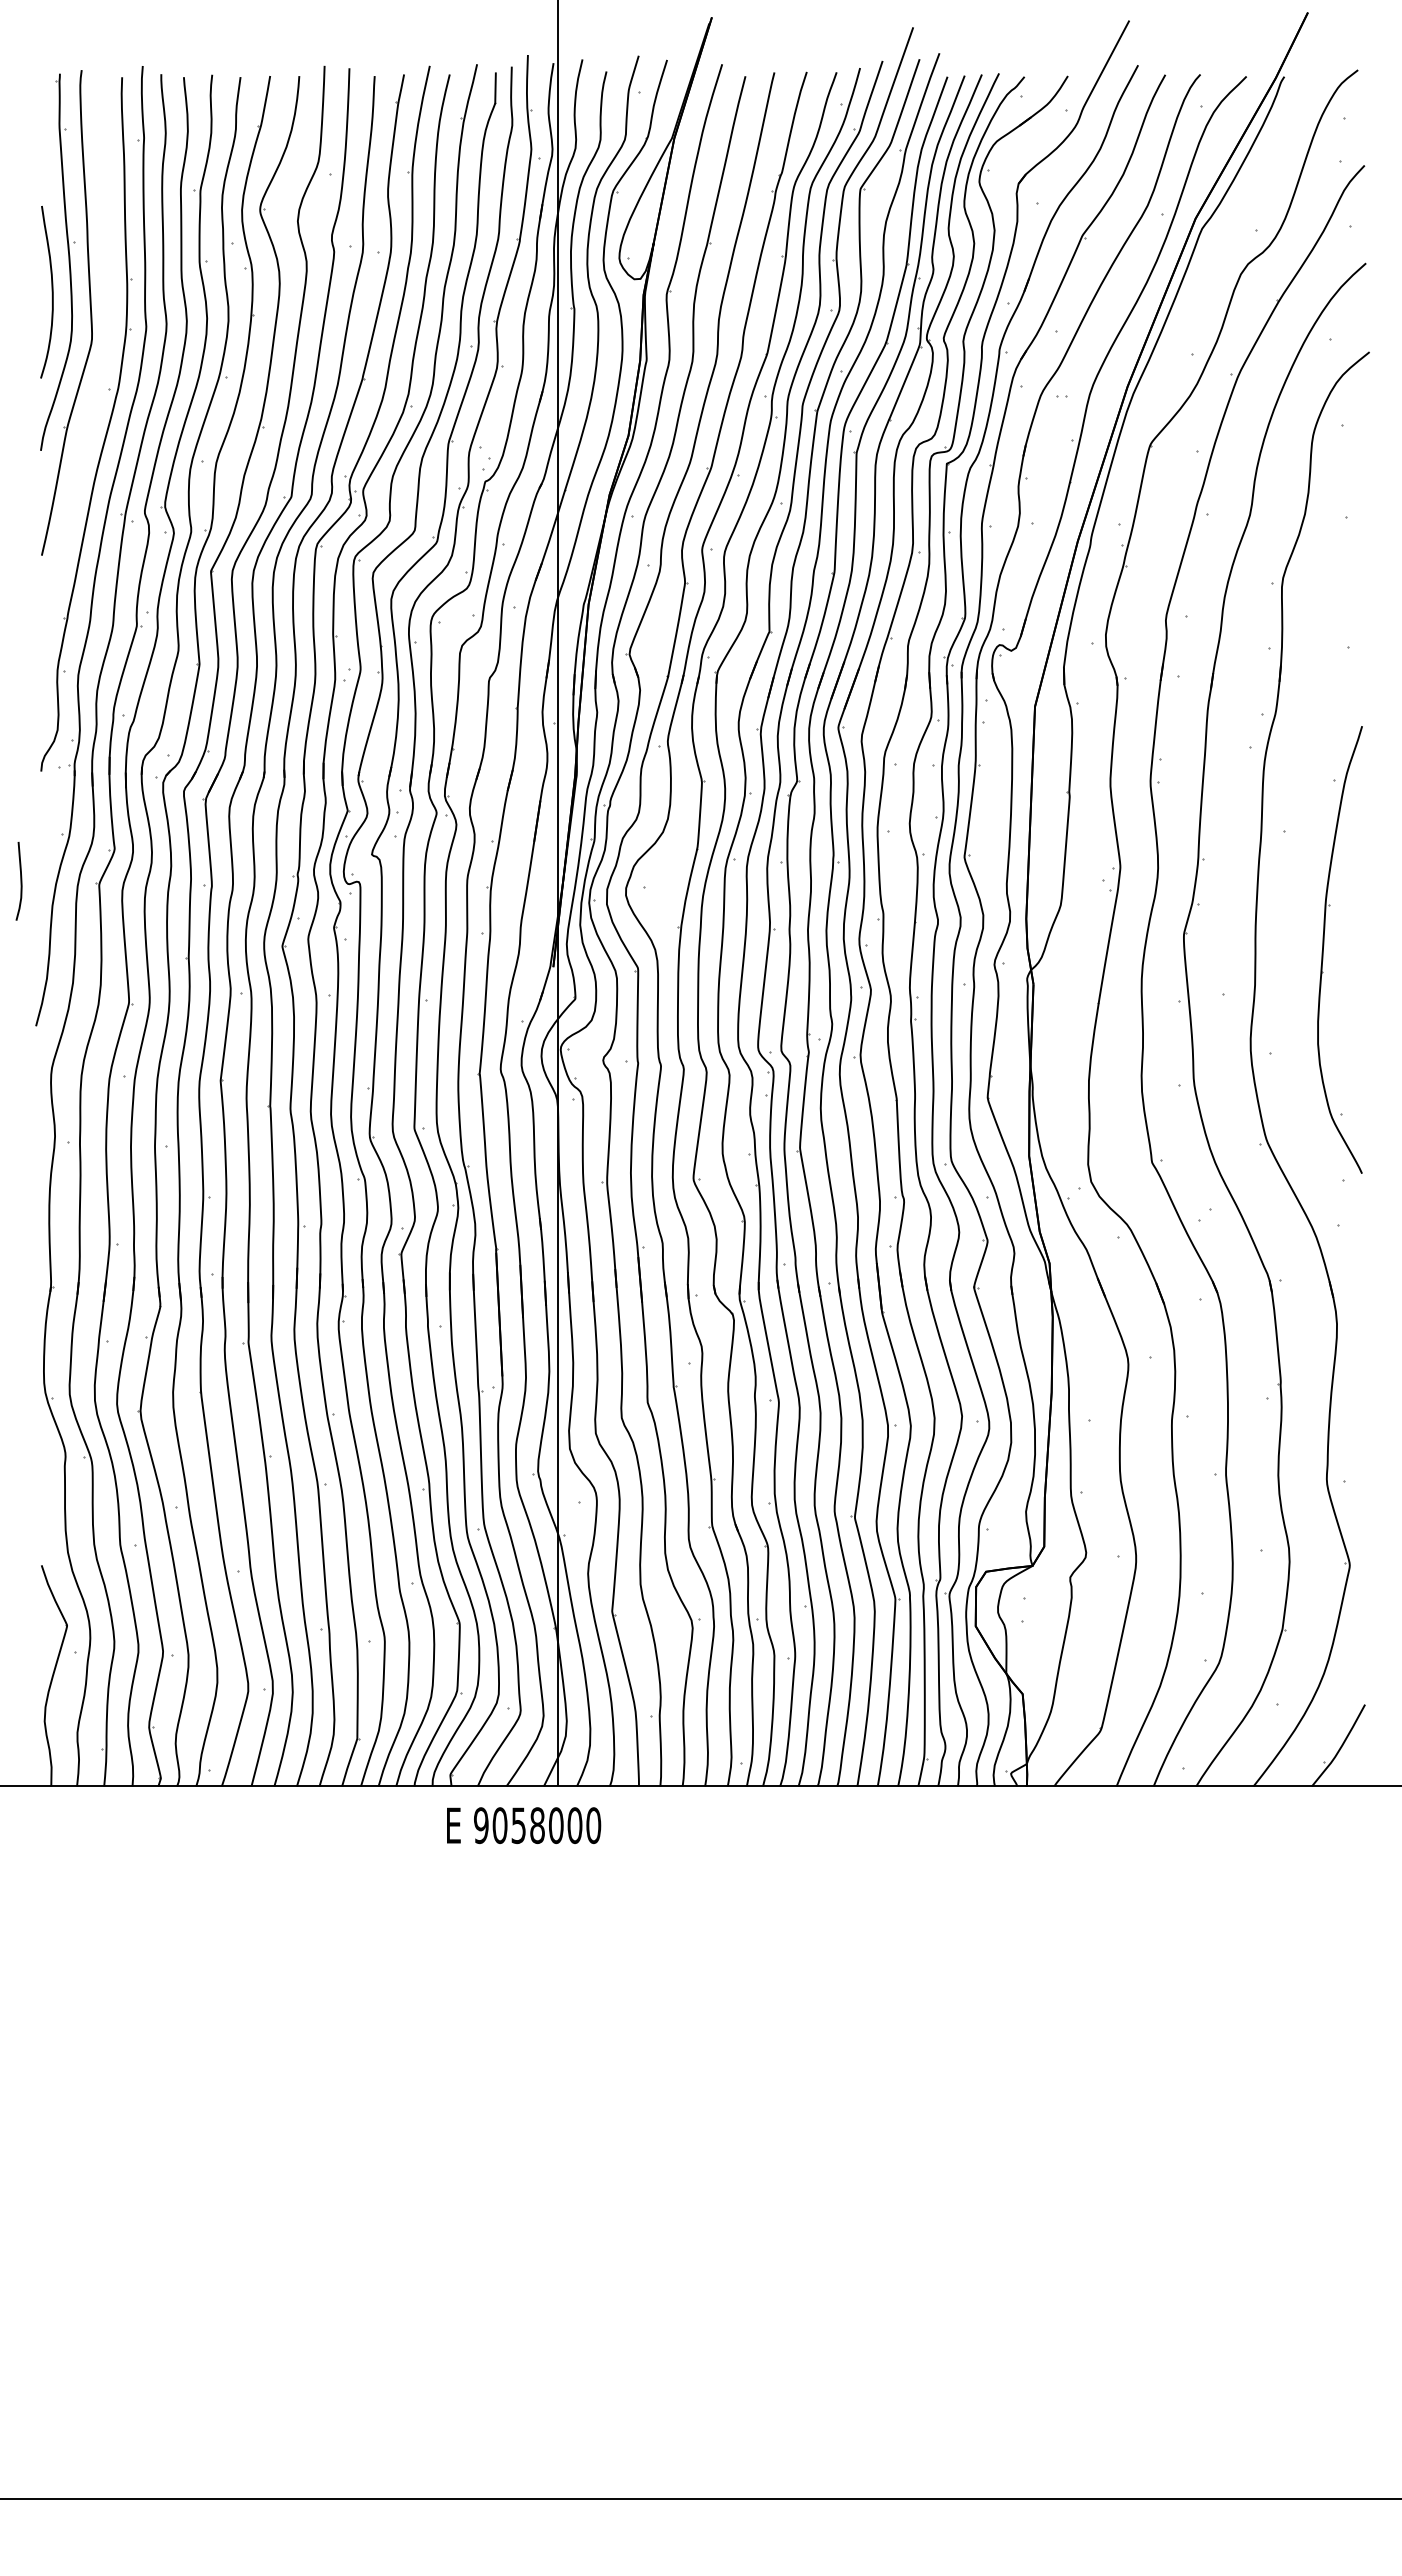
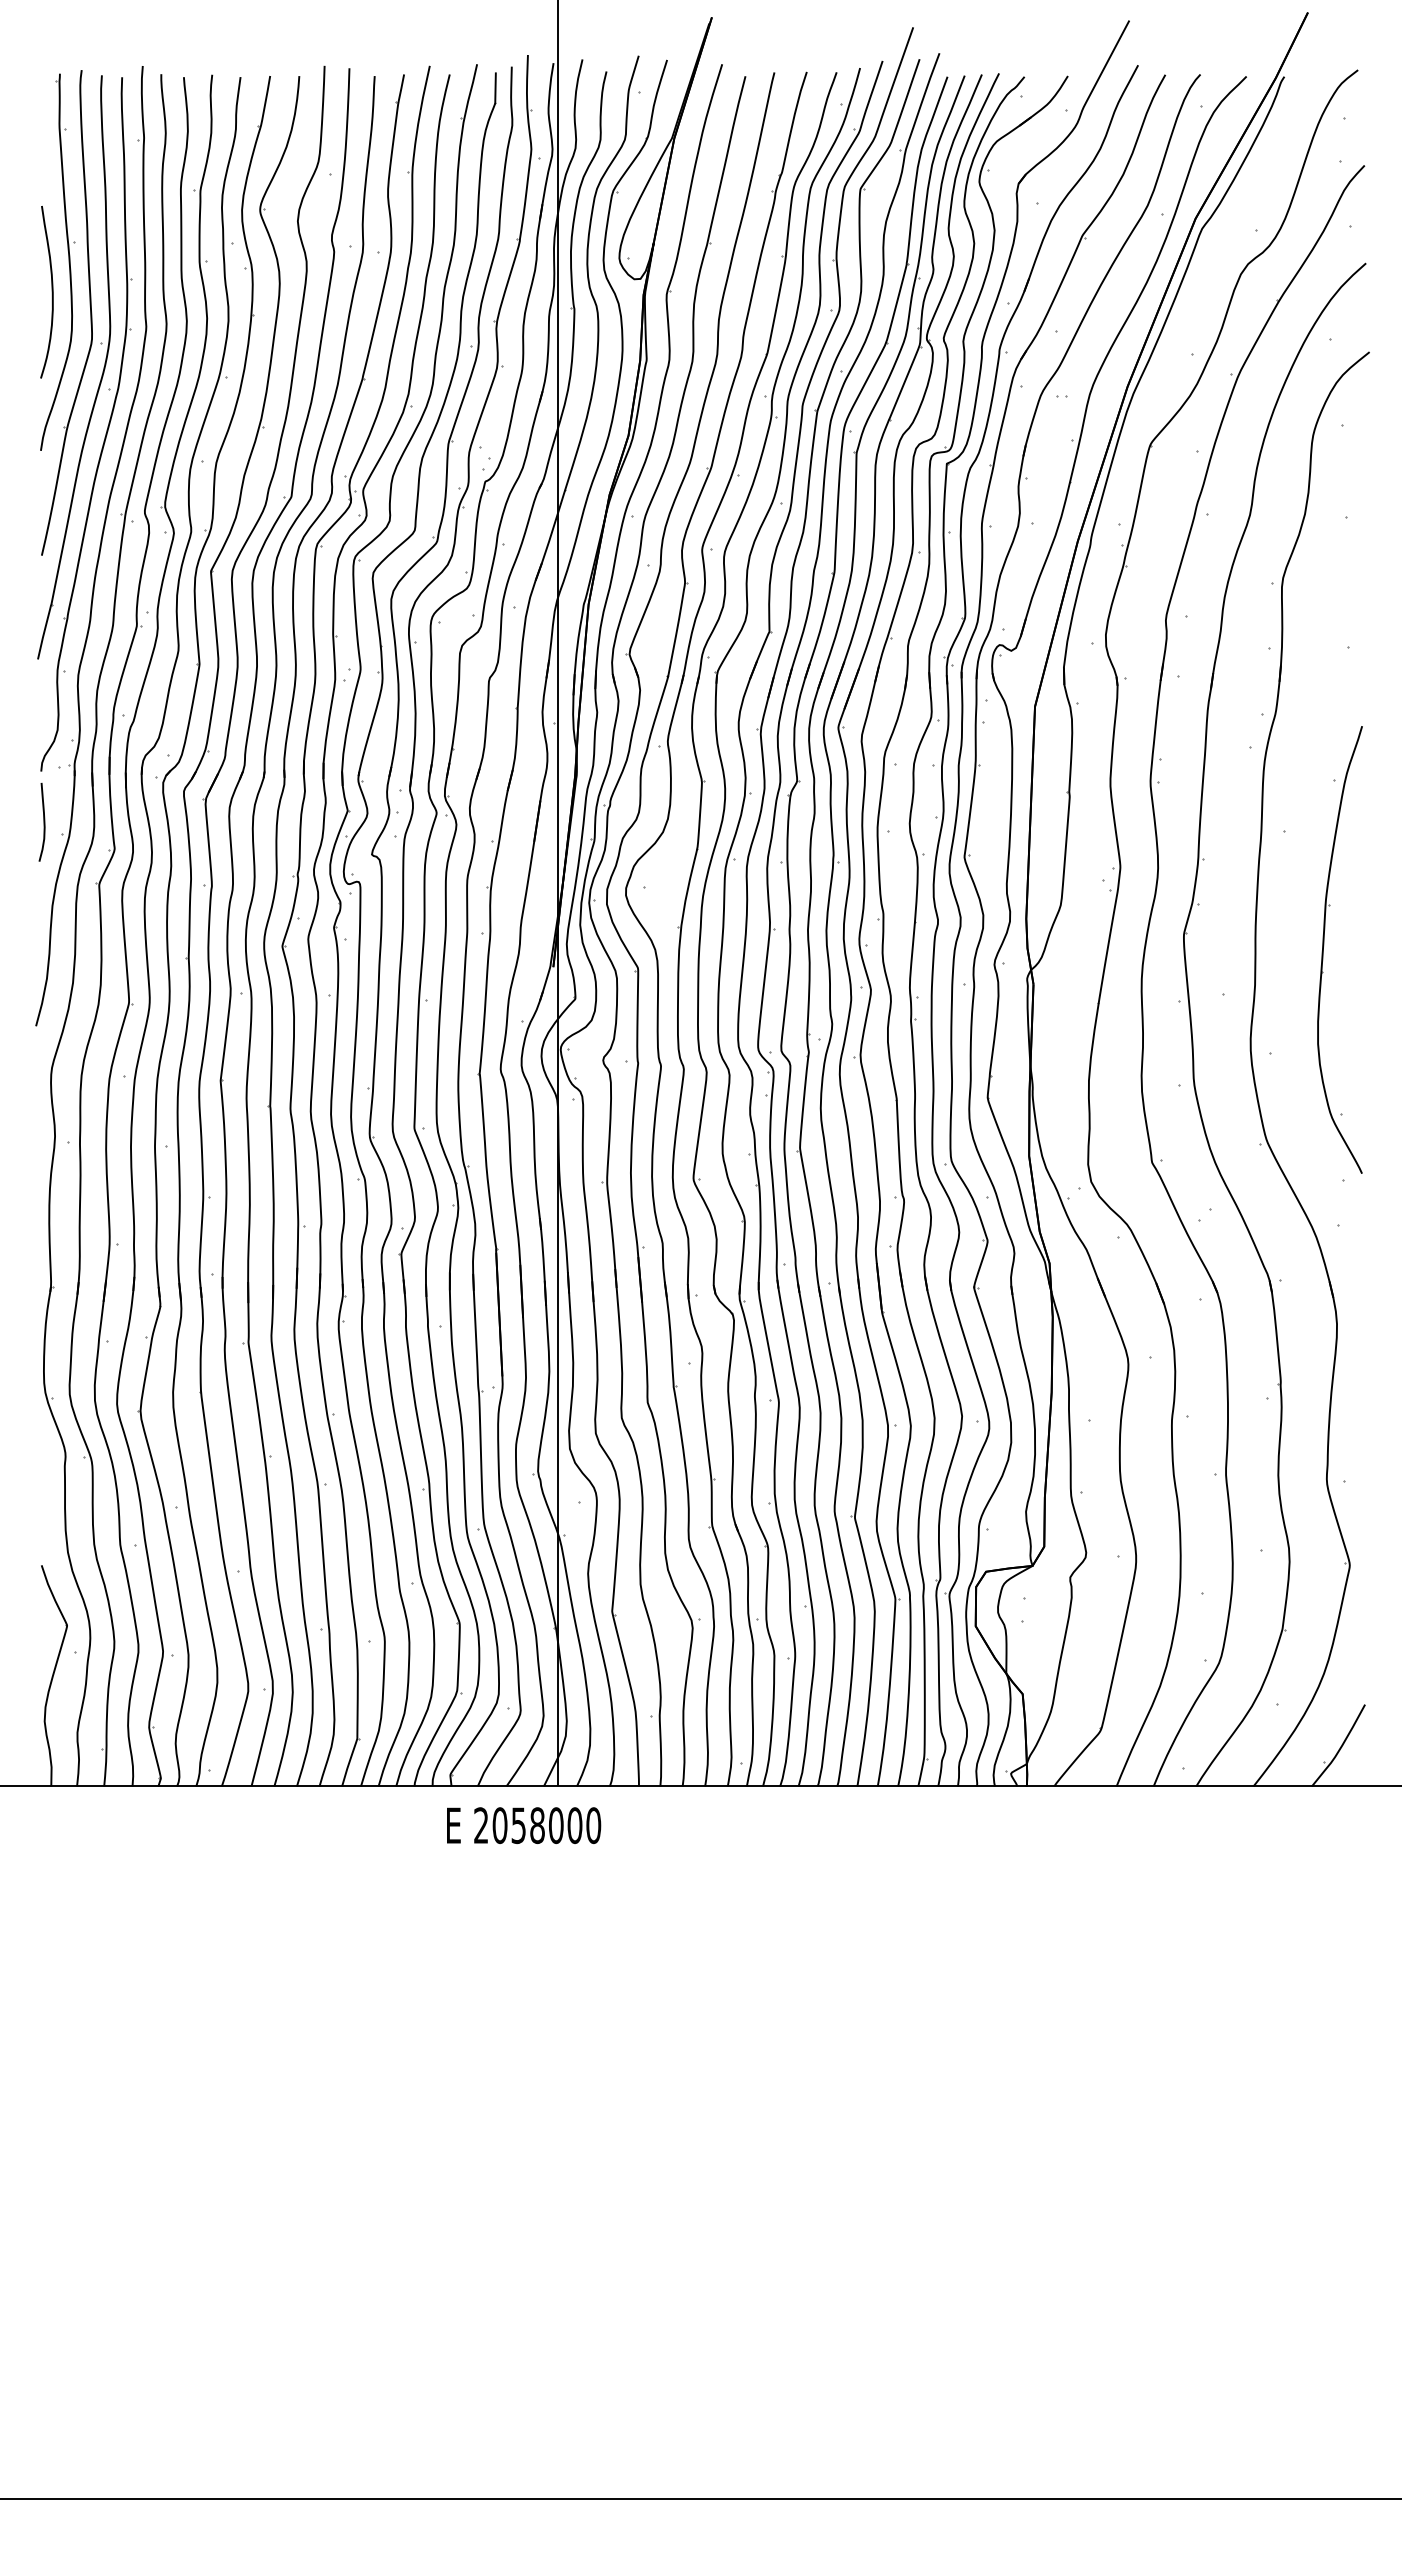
part at (101, 375): none -> present
curve at (20, 881) position: (20, 881) -> (43, 822)
text at (481, 1825): 9058000 -> 2058000
